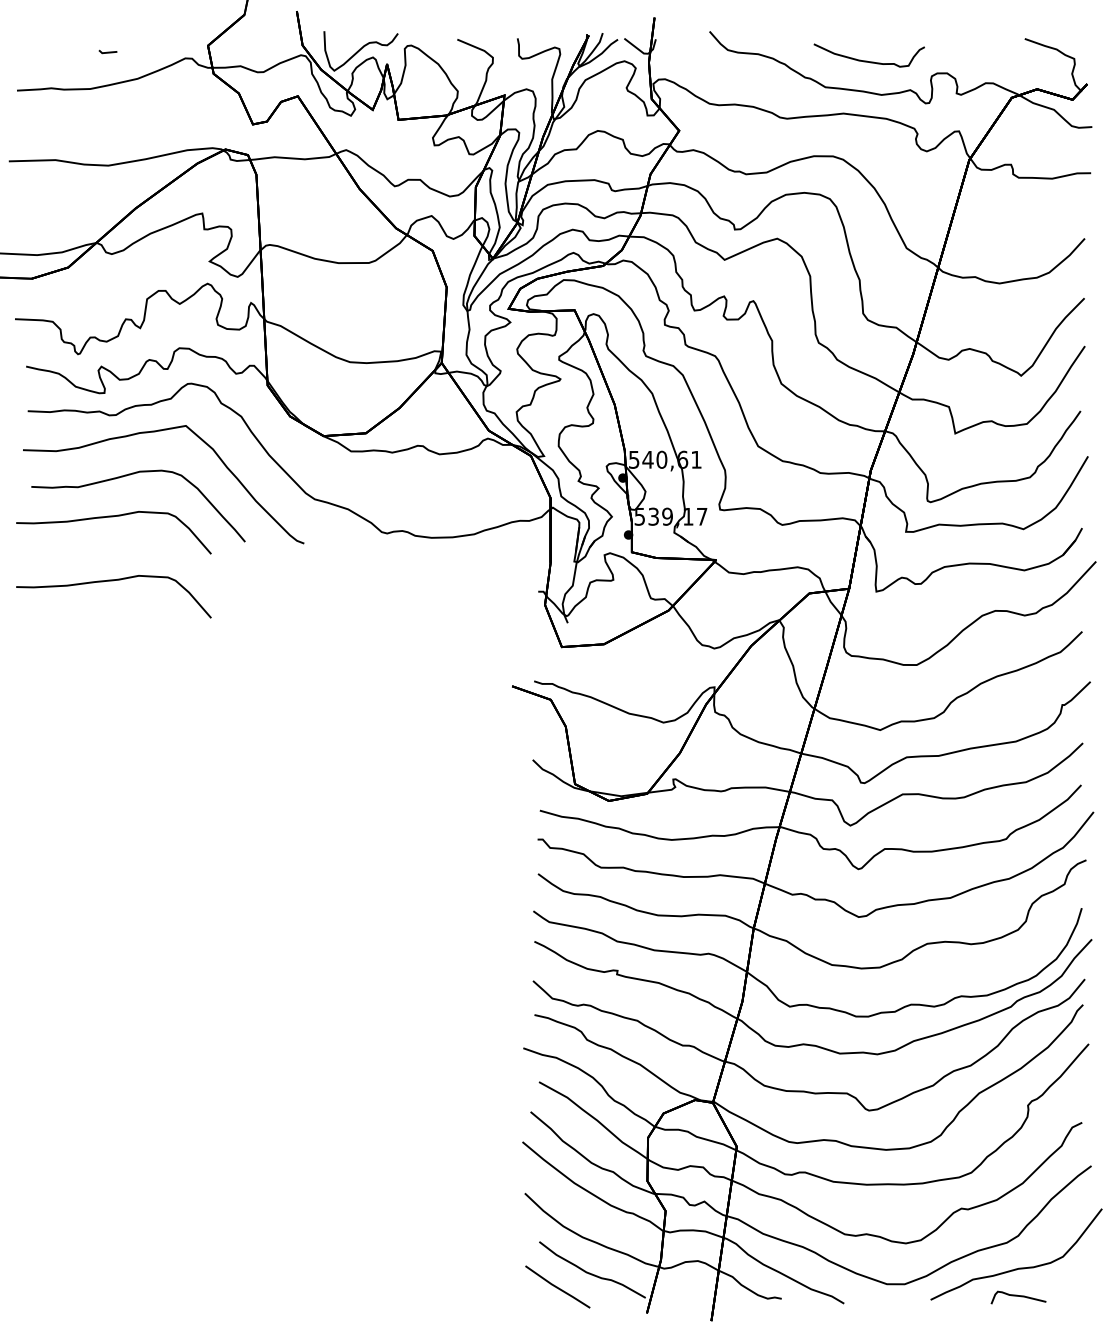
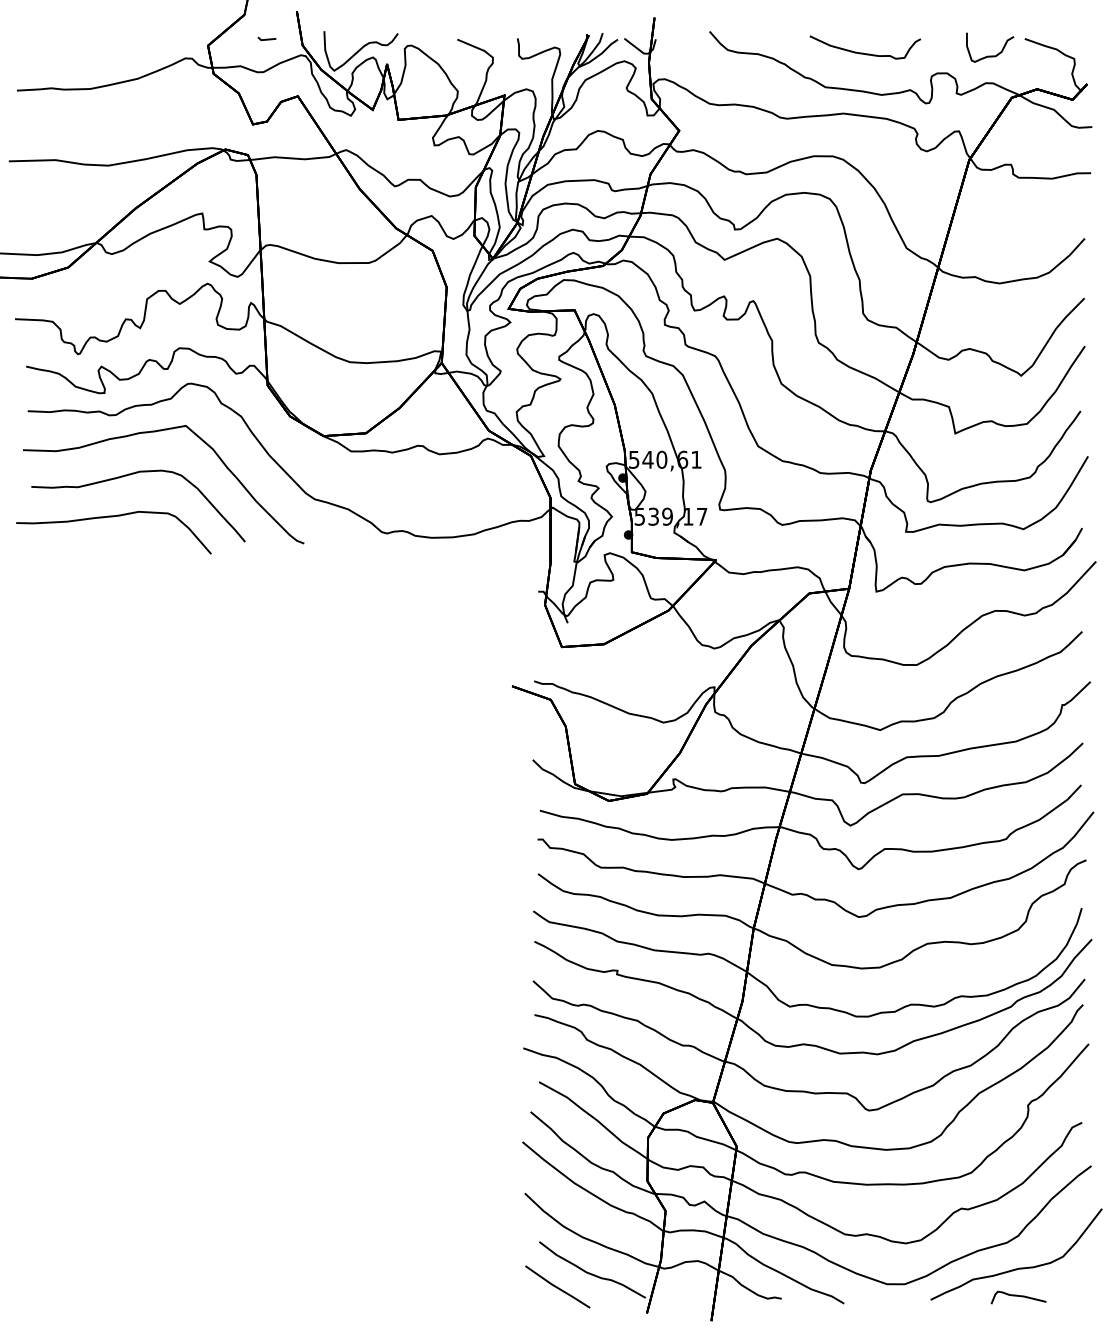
line at (107, 51) position: (107, 51) -> (266, 38)
curve at (990, 55): none -> present
curve at (867, 60) position: (867, 60) -> (863, 52)
part at (113, 581): present -> none
